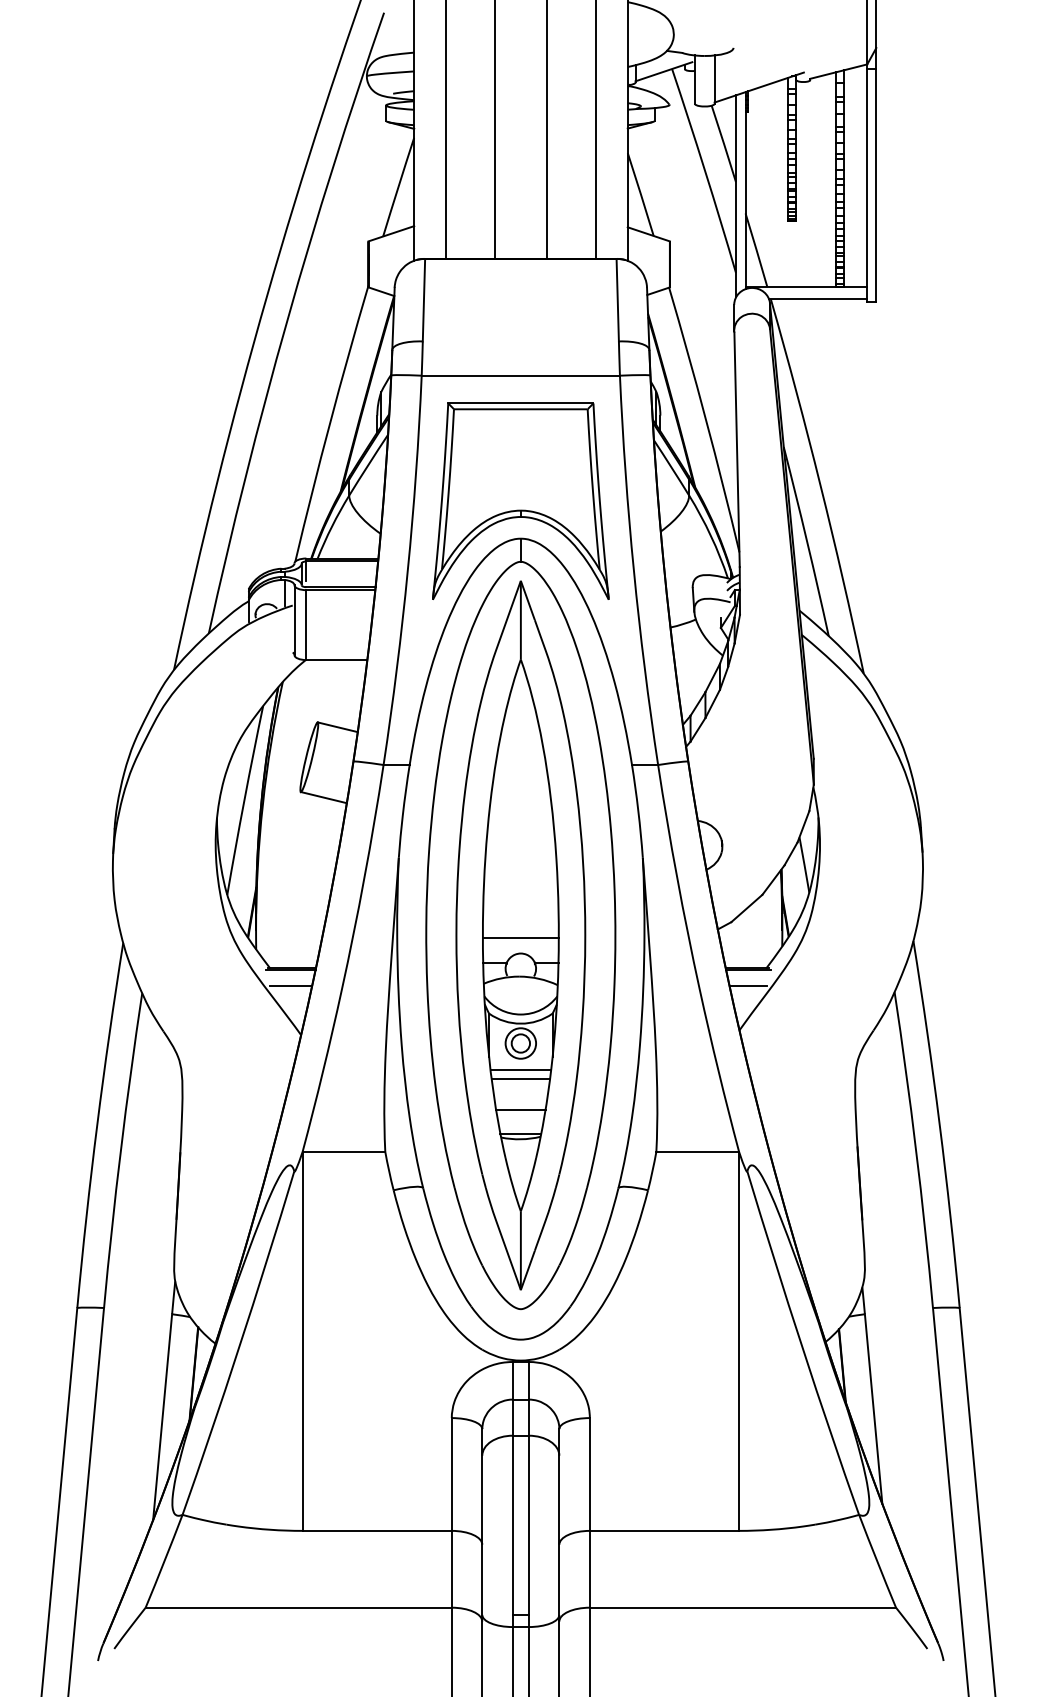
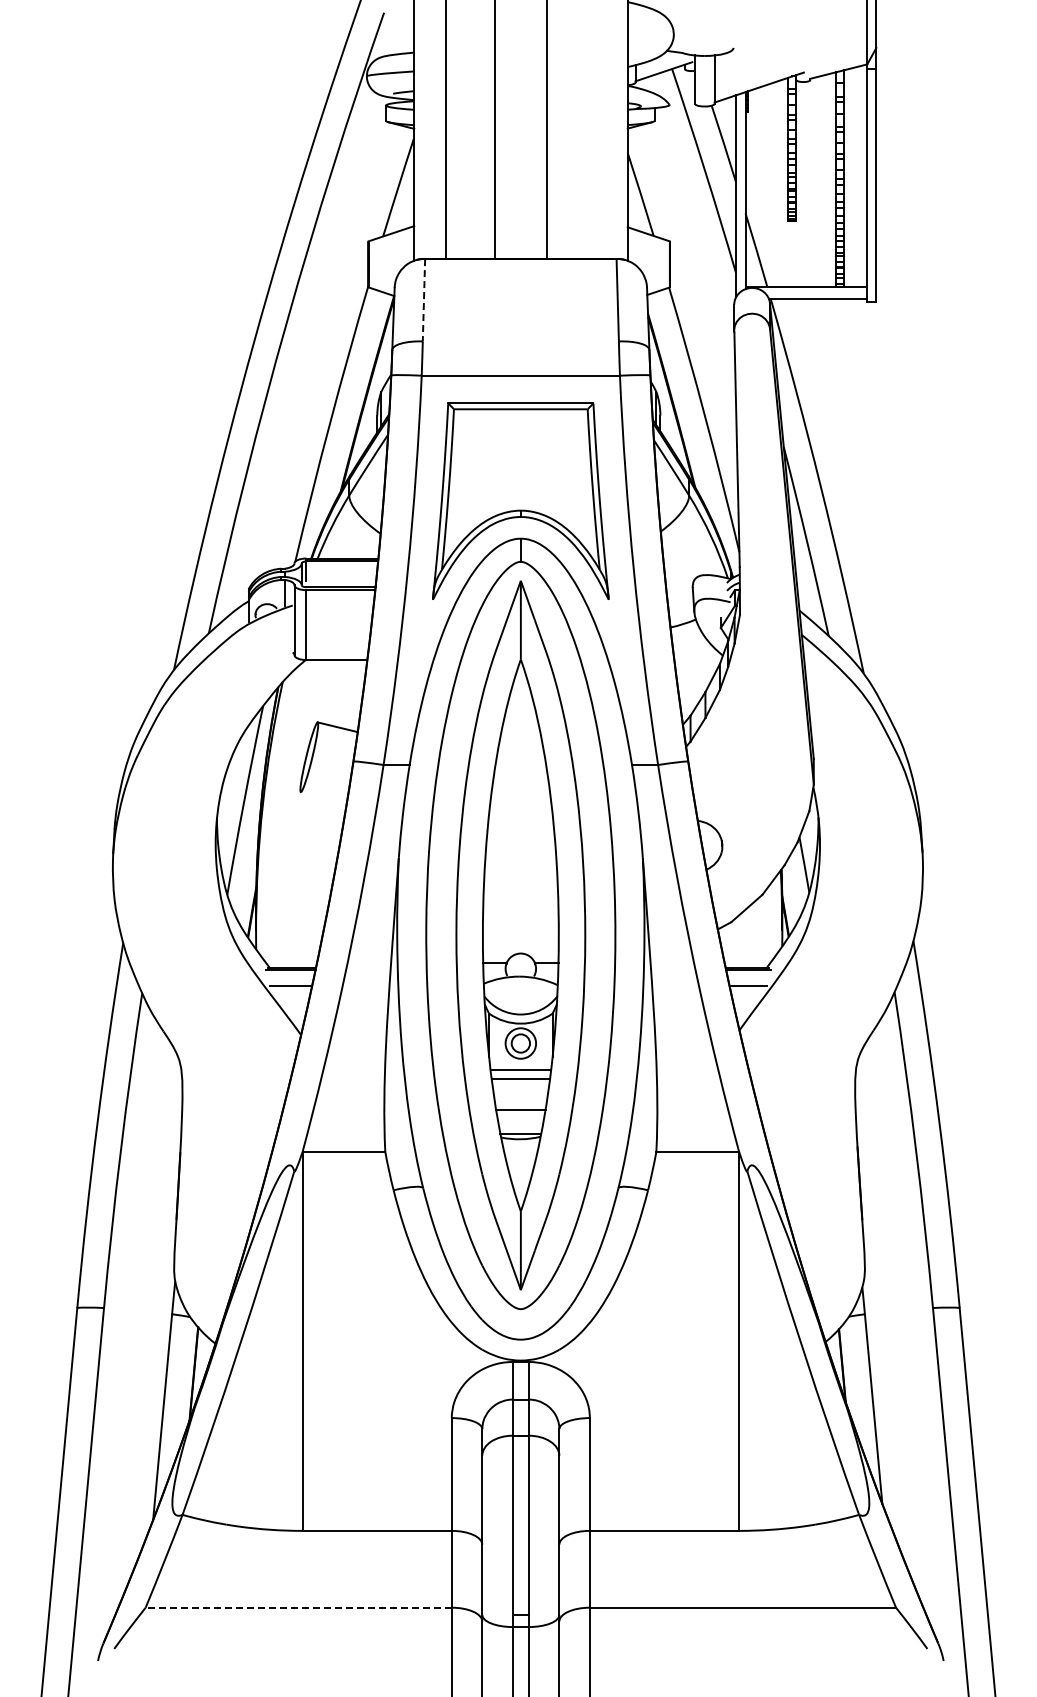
line at (595, 130): present -> none
line at (423, 300): solid -> dashed
line at (323, 797): present -> none
line at (520, 938): present -> none
line at (298, 1607): solid -> dashed
